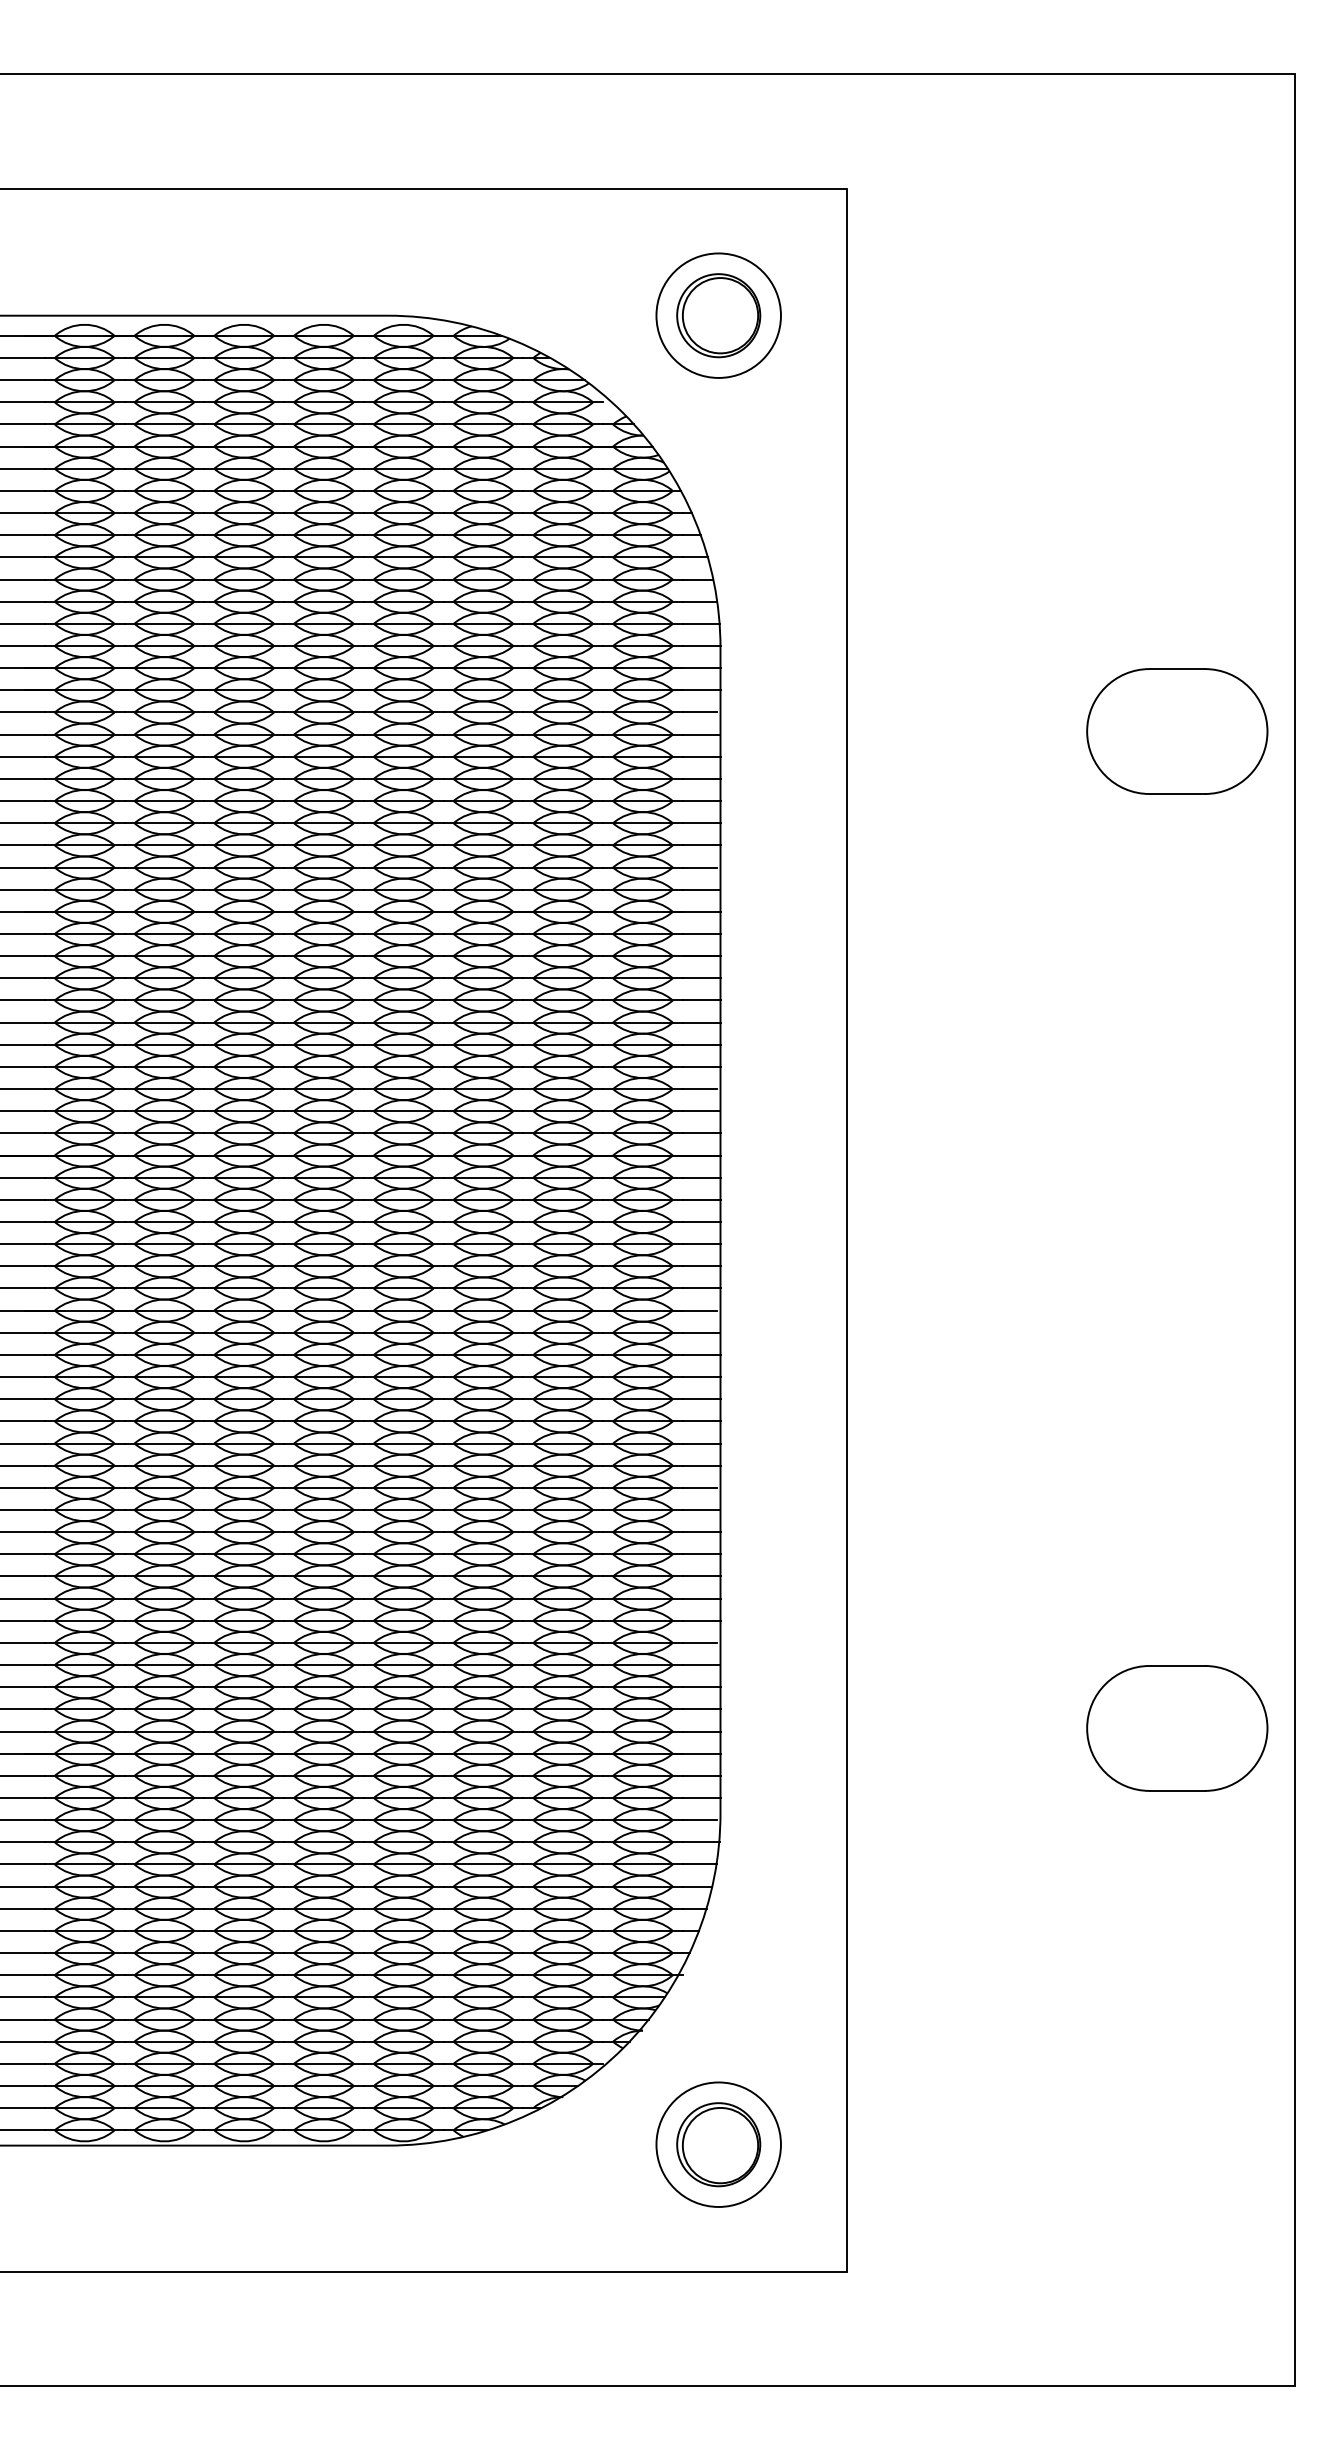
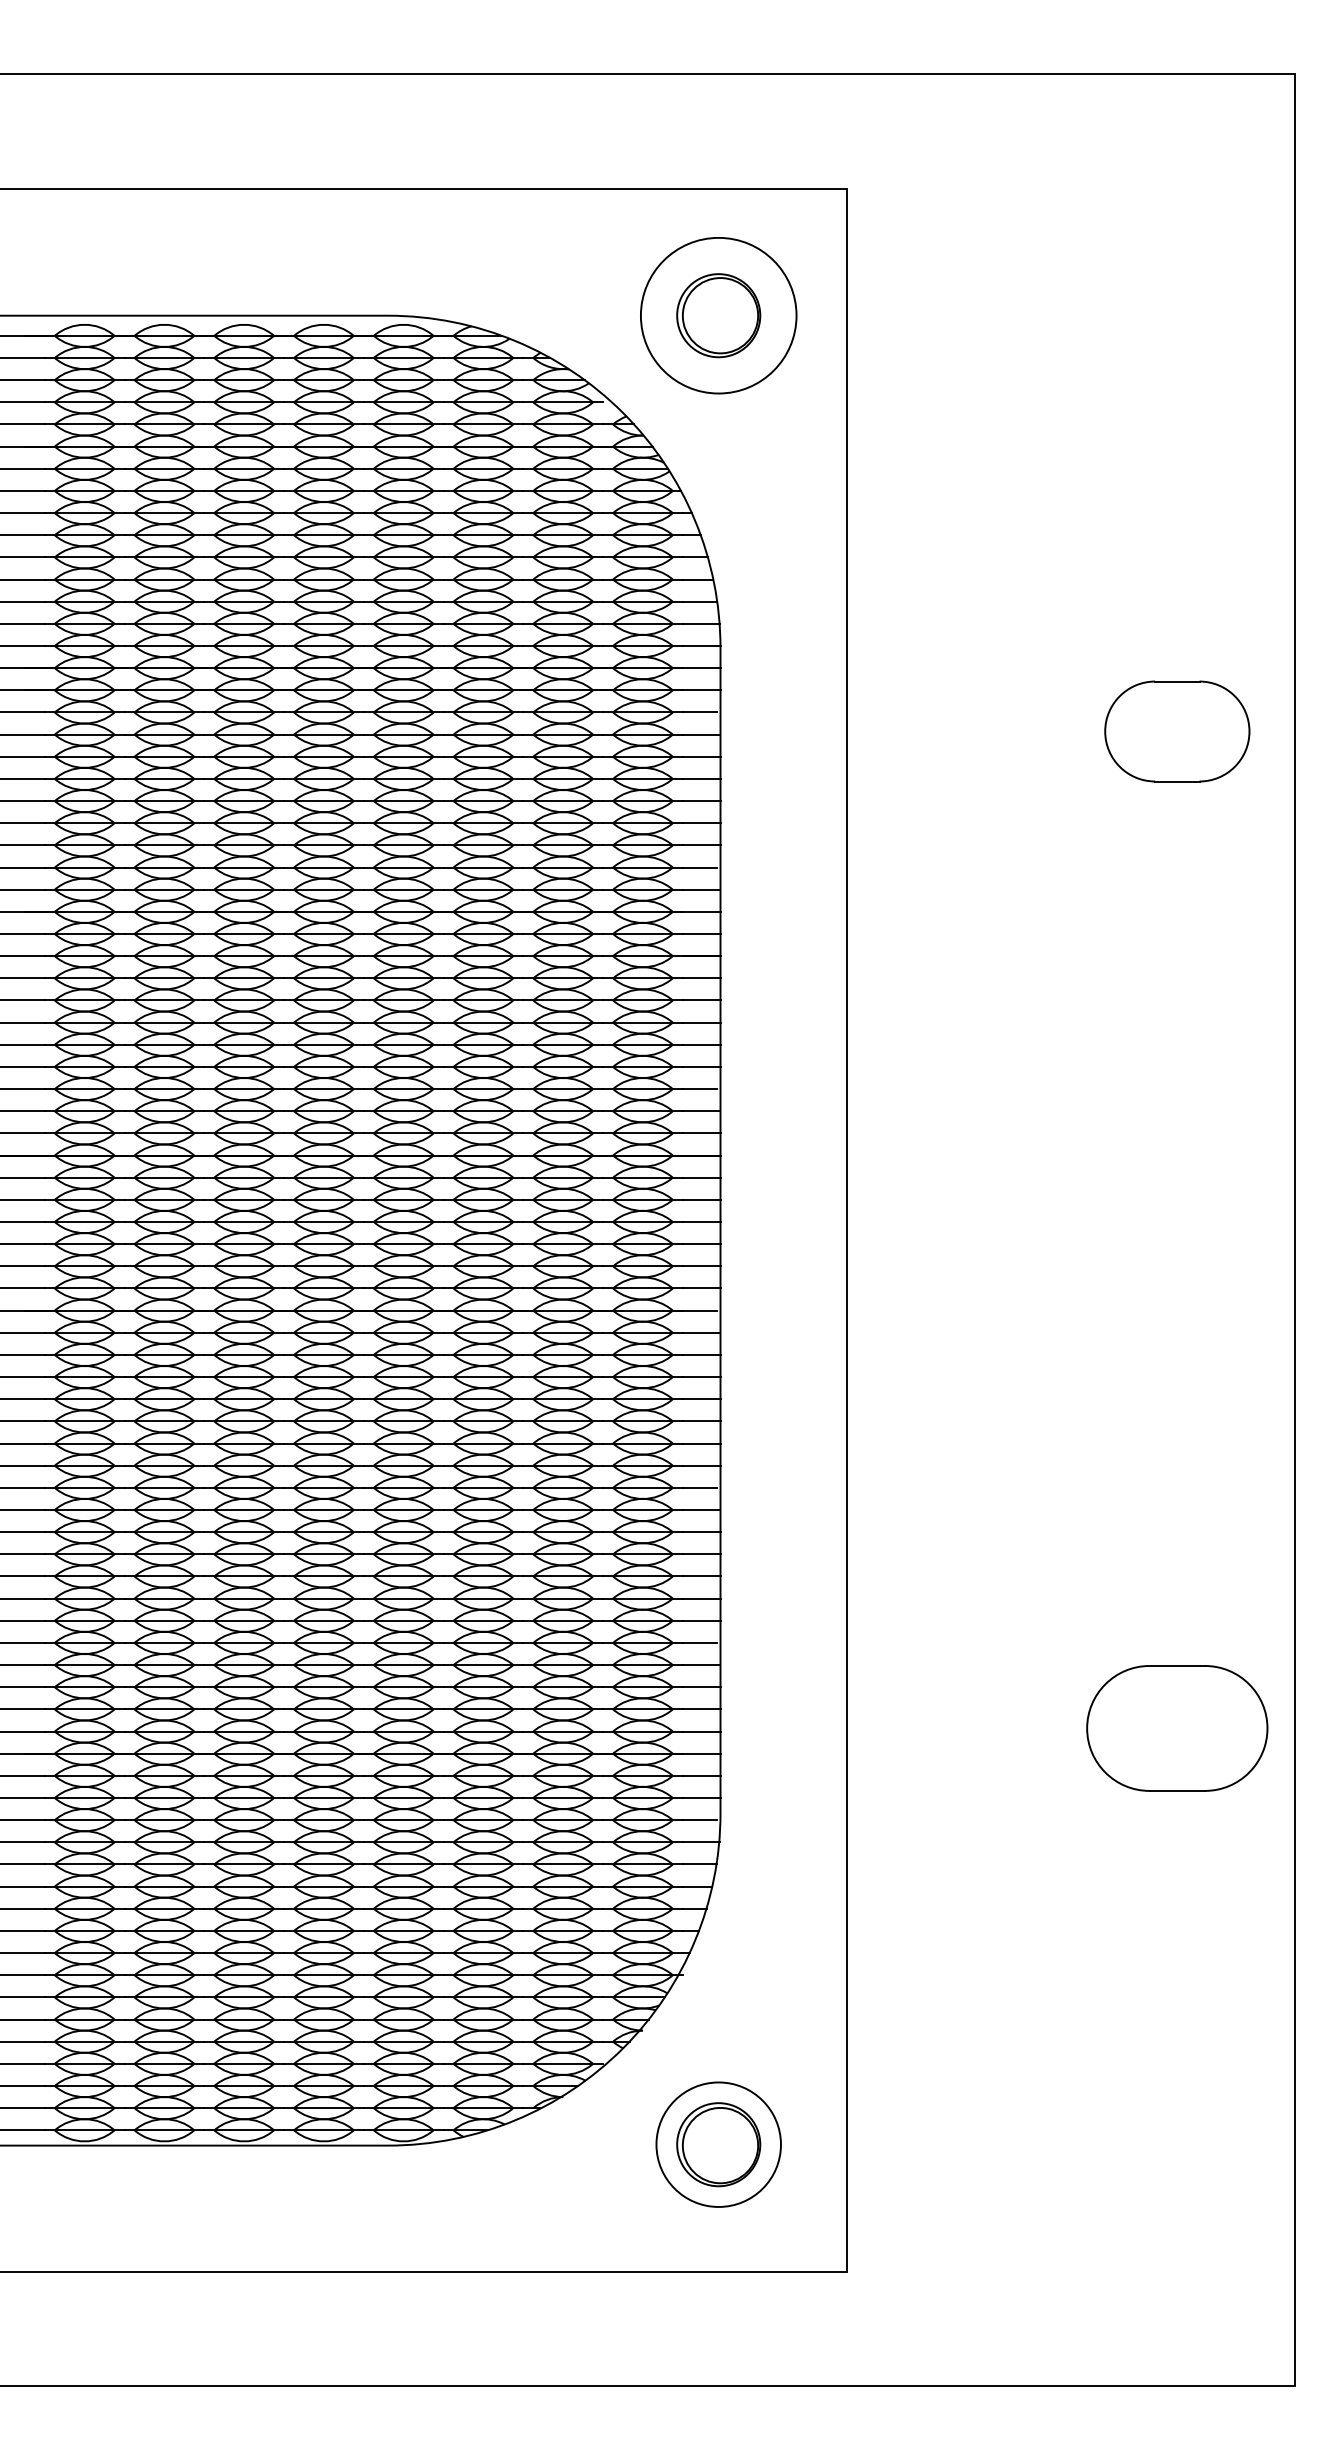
circle at (718, 315) diameter: 125 px -> 156 px
part at (1177, 731) size: 183x127 px -> 147x103 px
